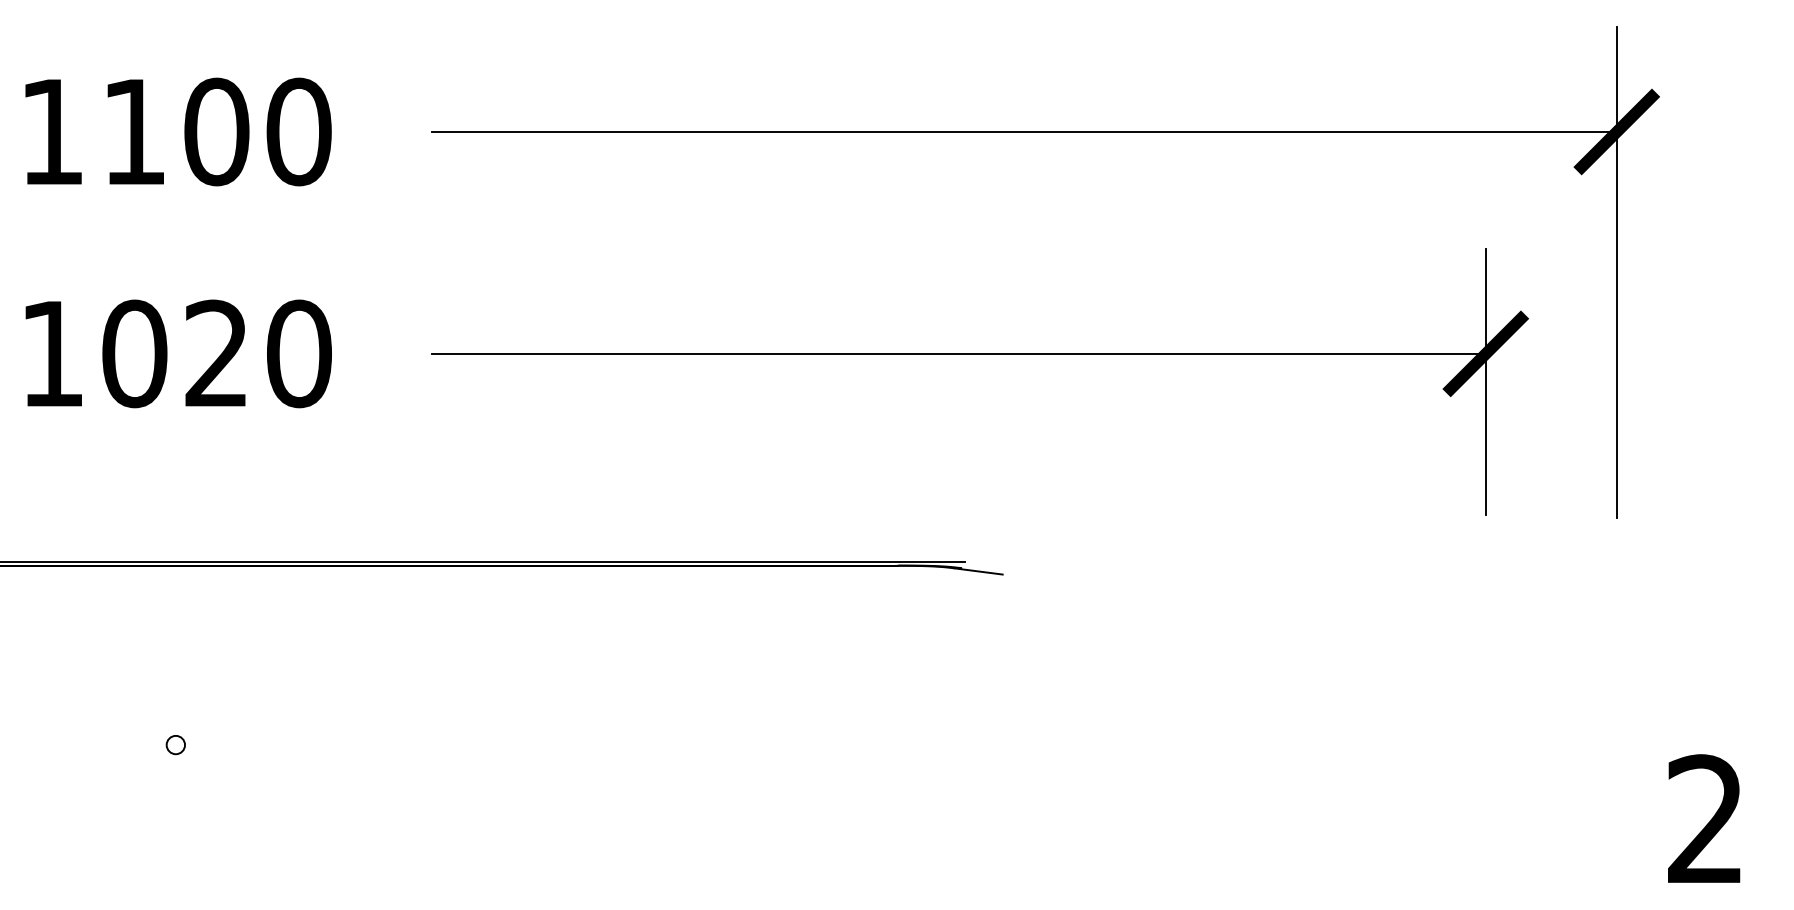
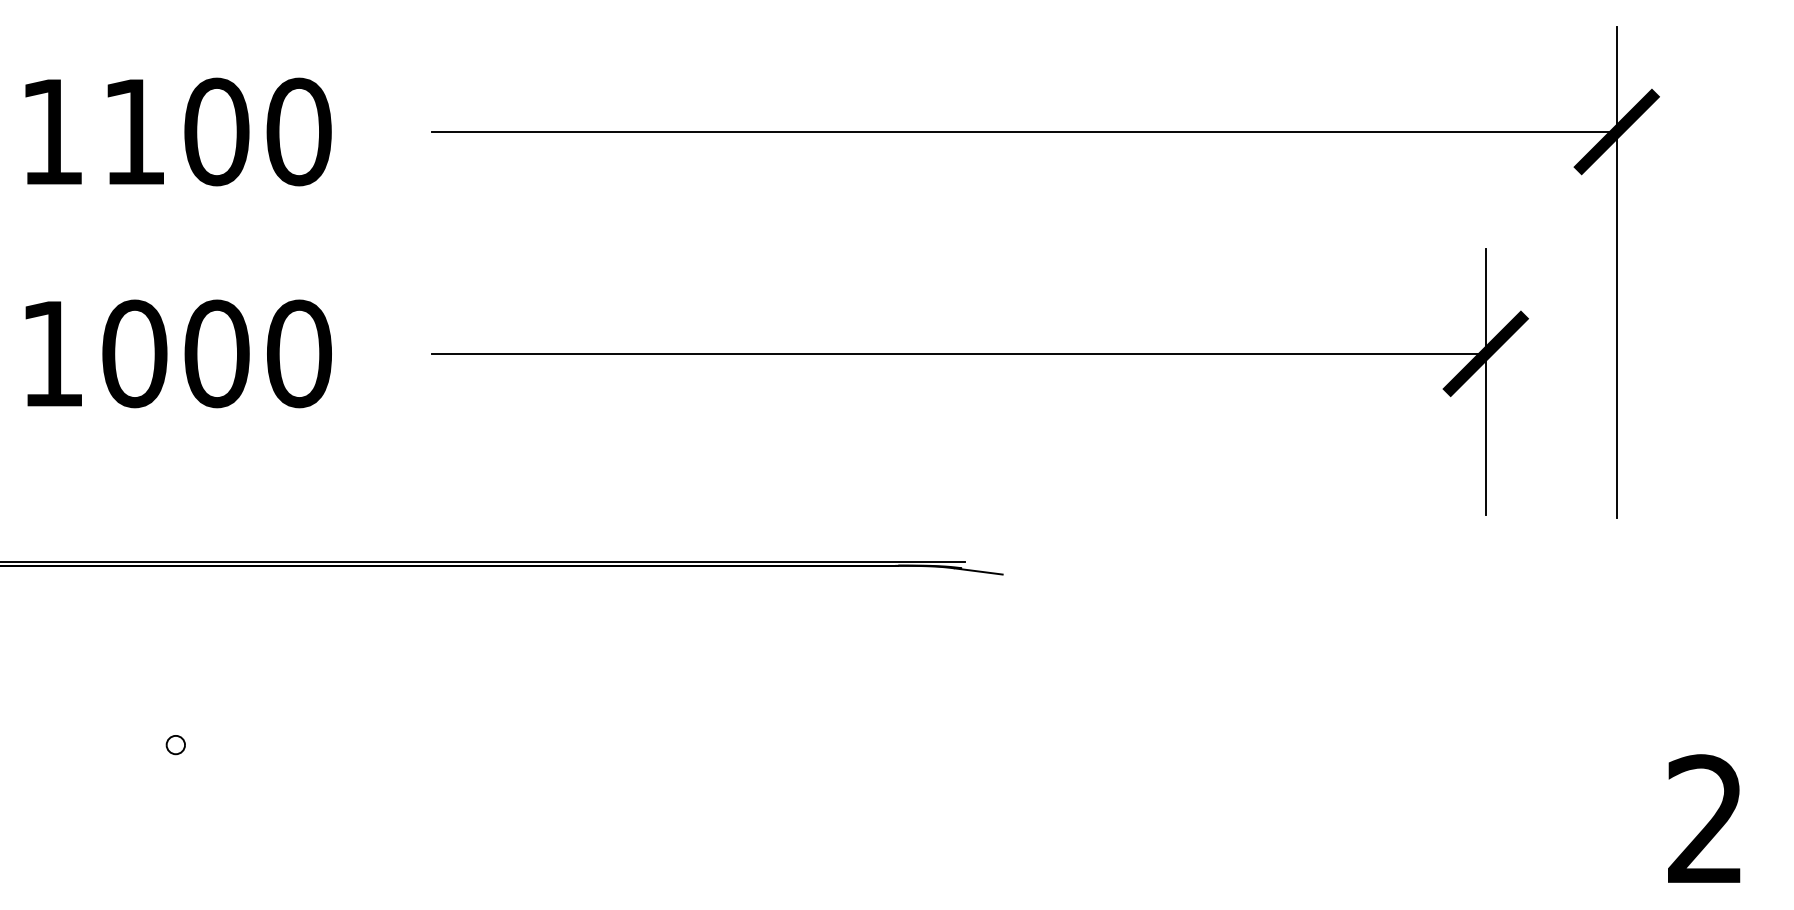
text at (216, 353): 1020 -> 1000
